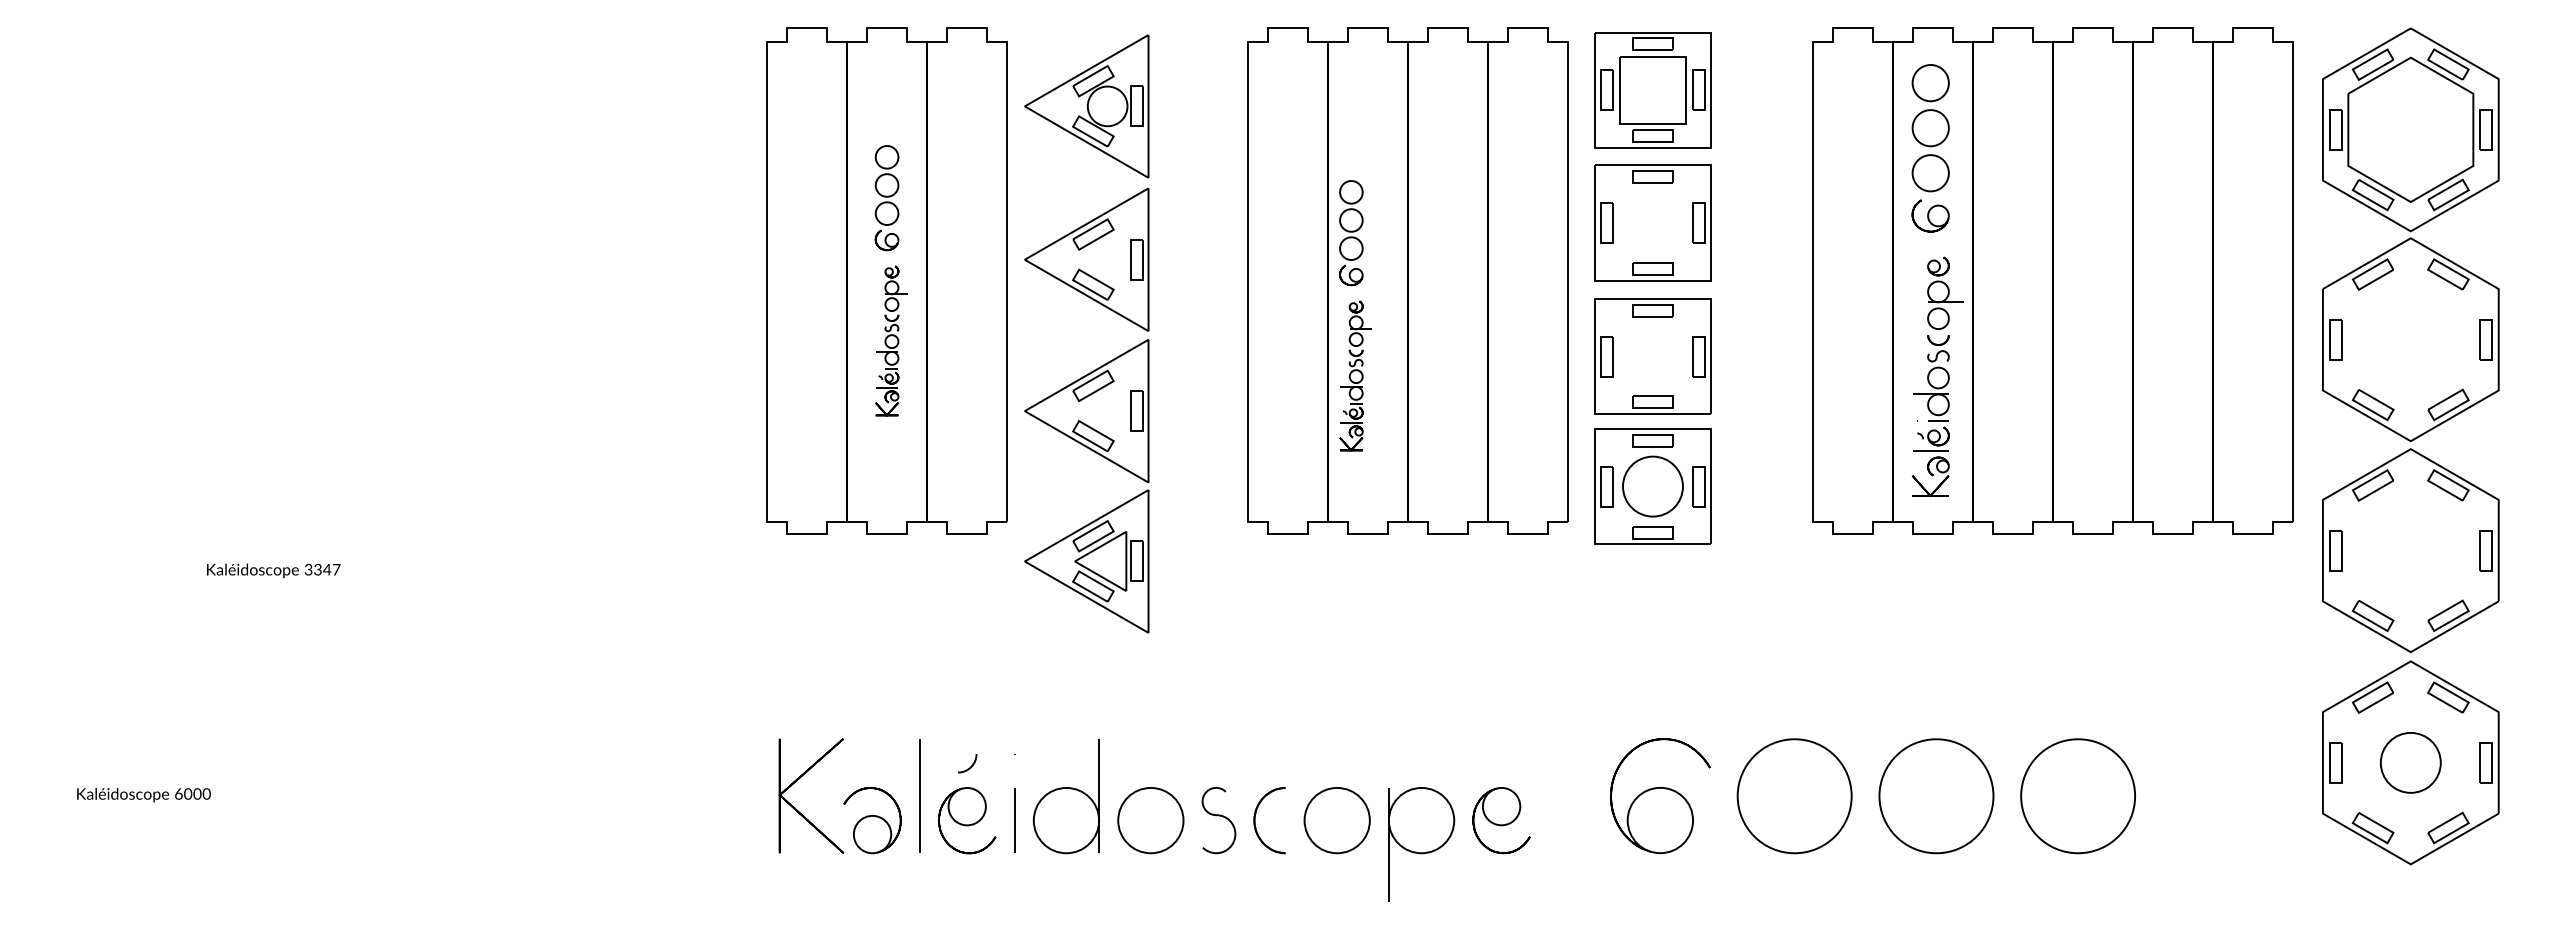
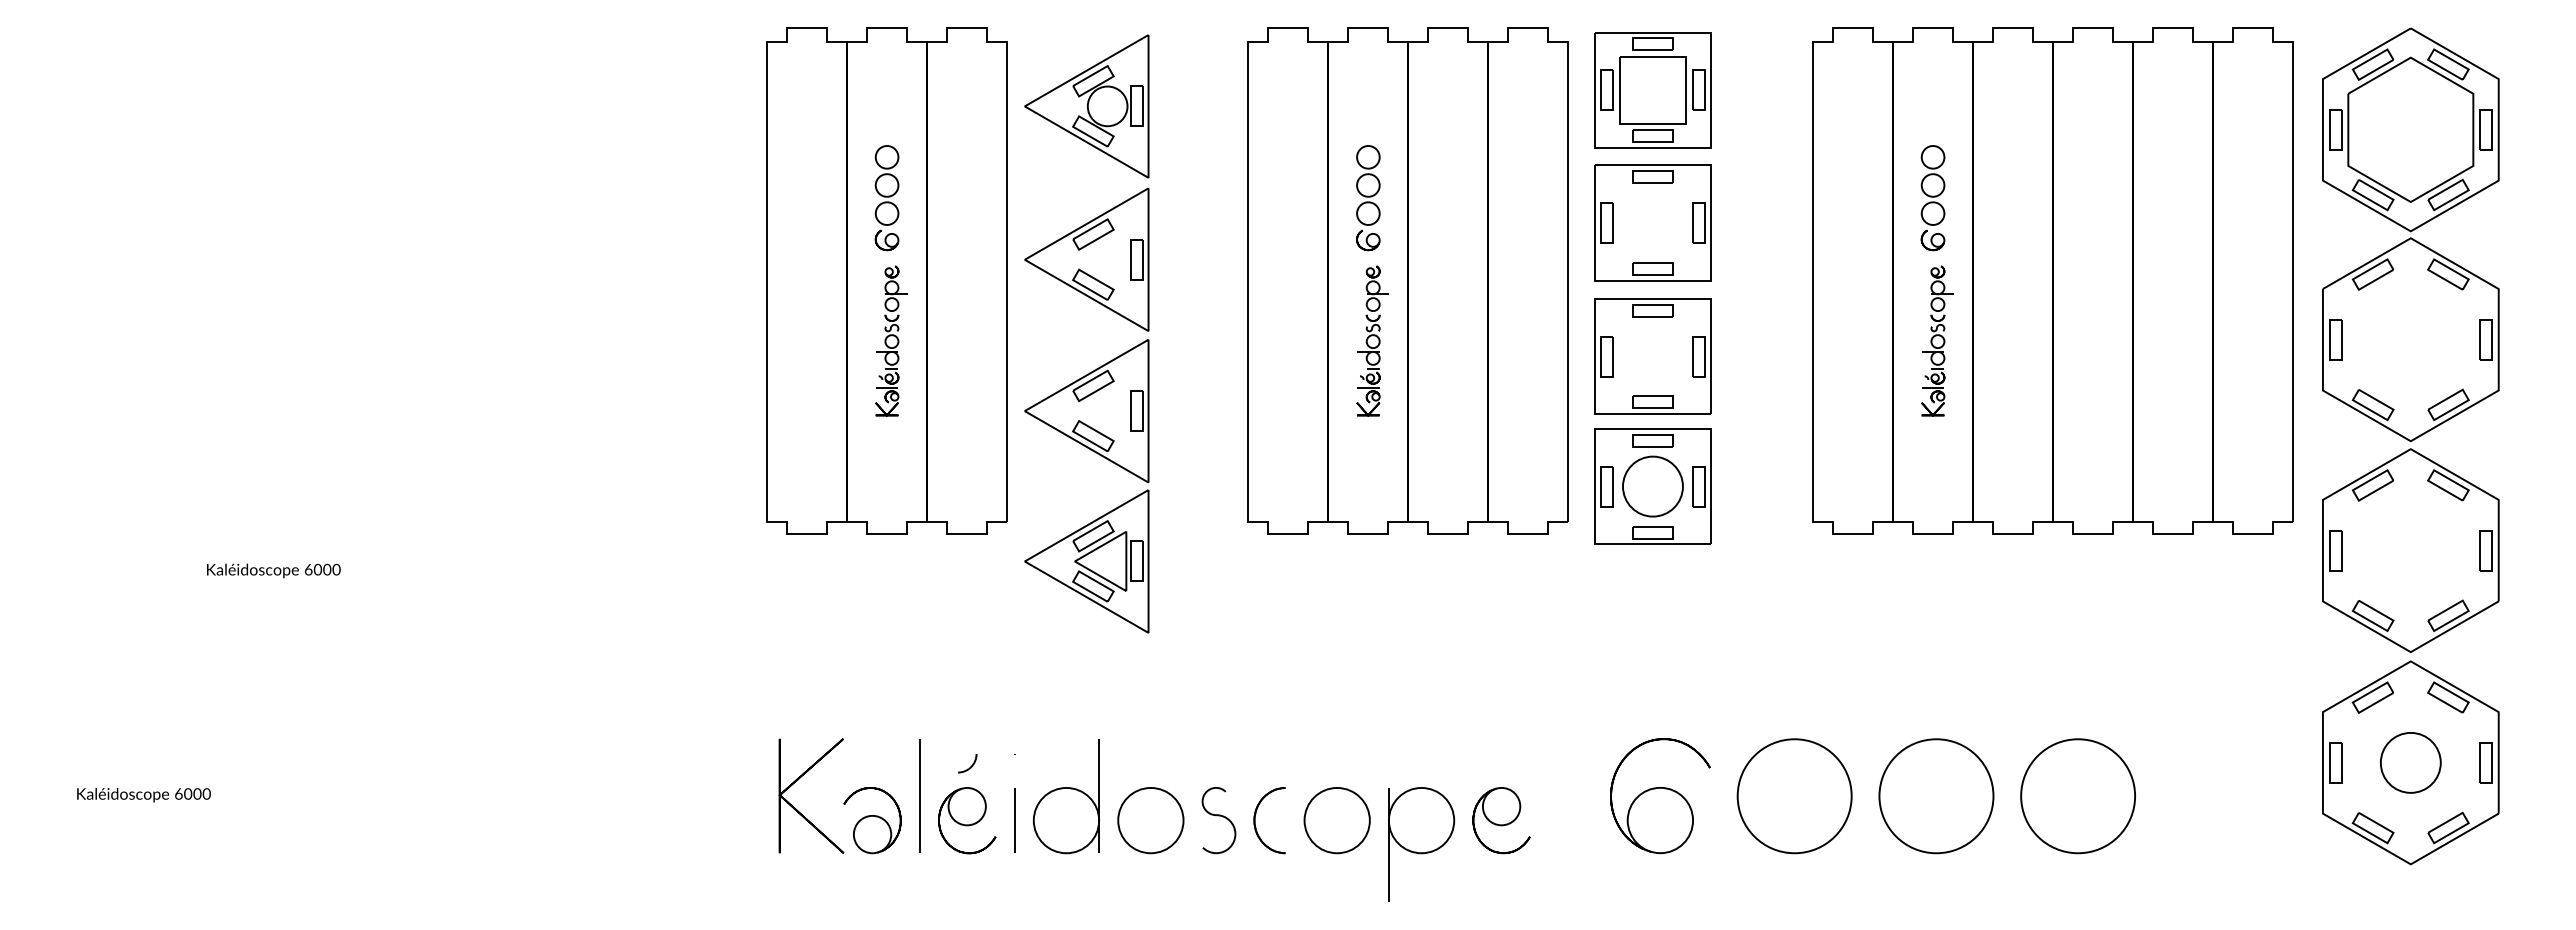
part at (1937, 280) size: 53x434 px -> 34x272 px
part at (1355, 315) position: (1355, 315) -> (1372, 280)
text at (322, 569): 3347 -> 6000
